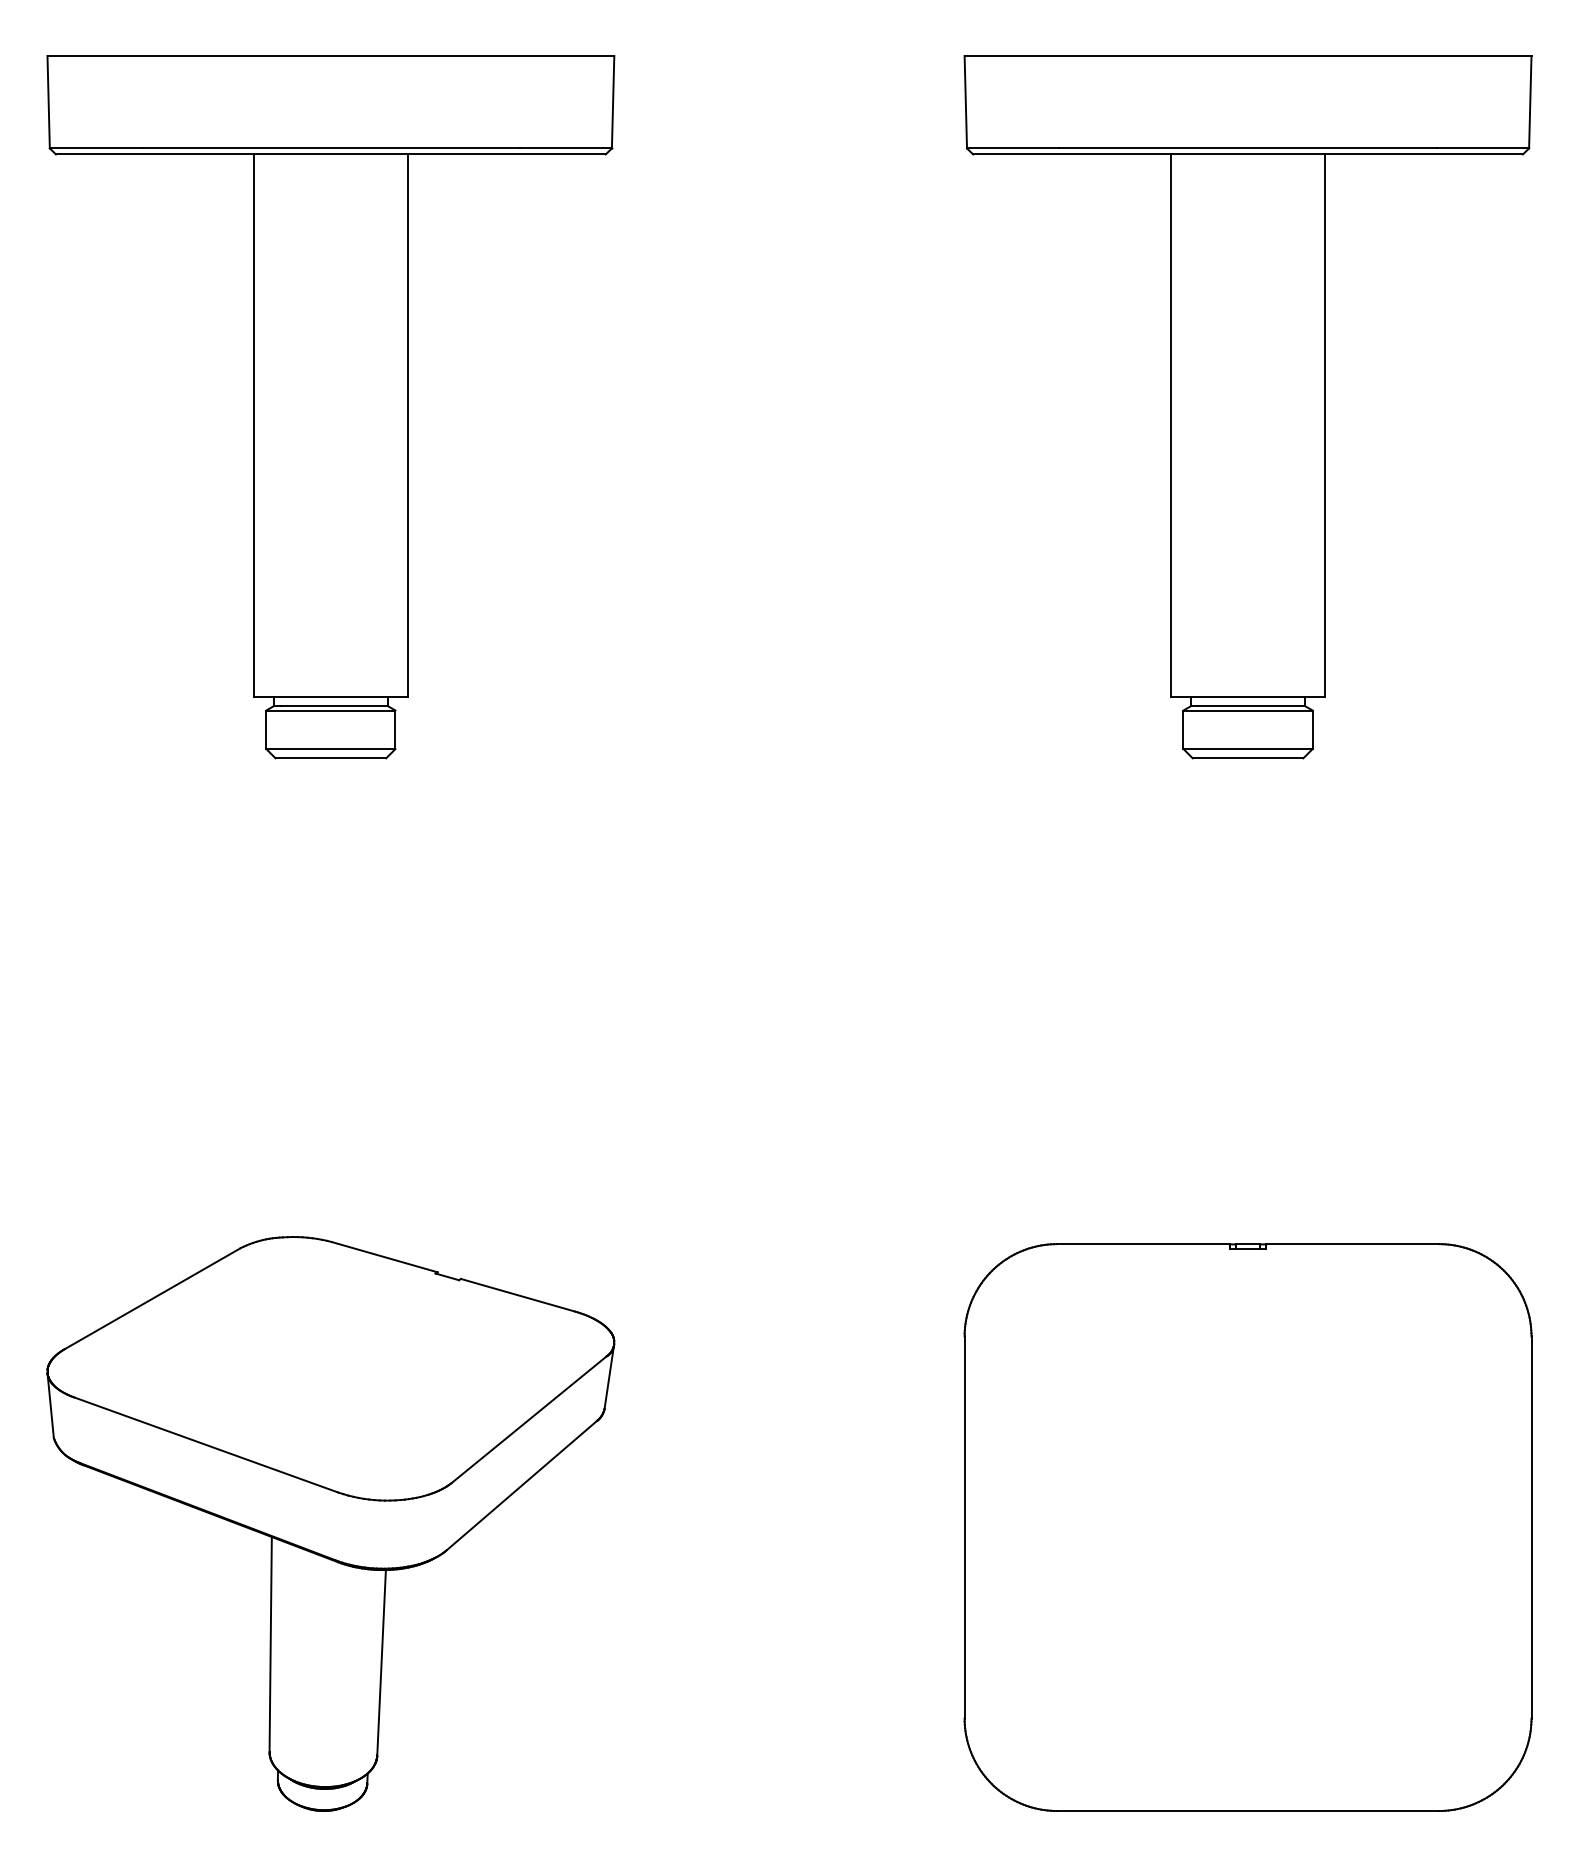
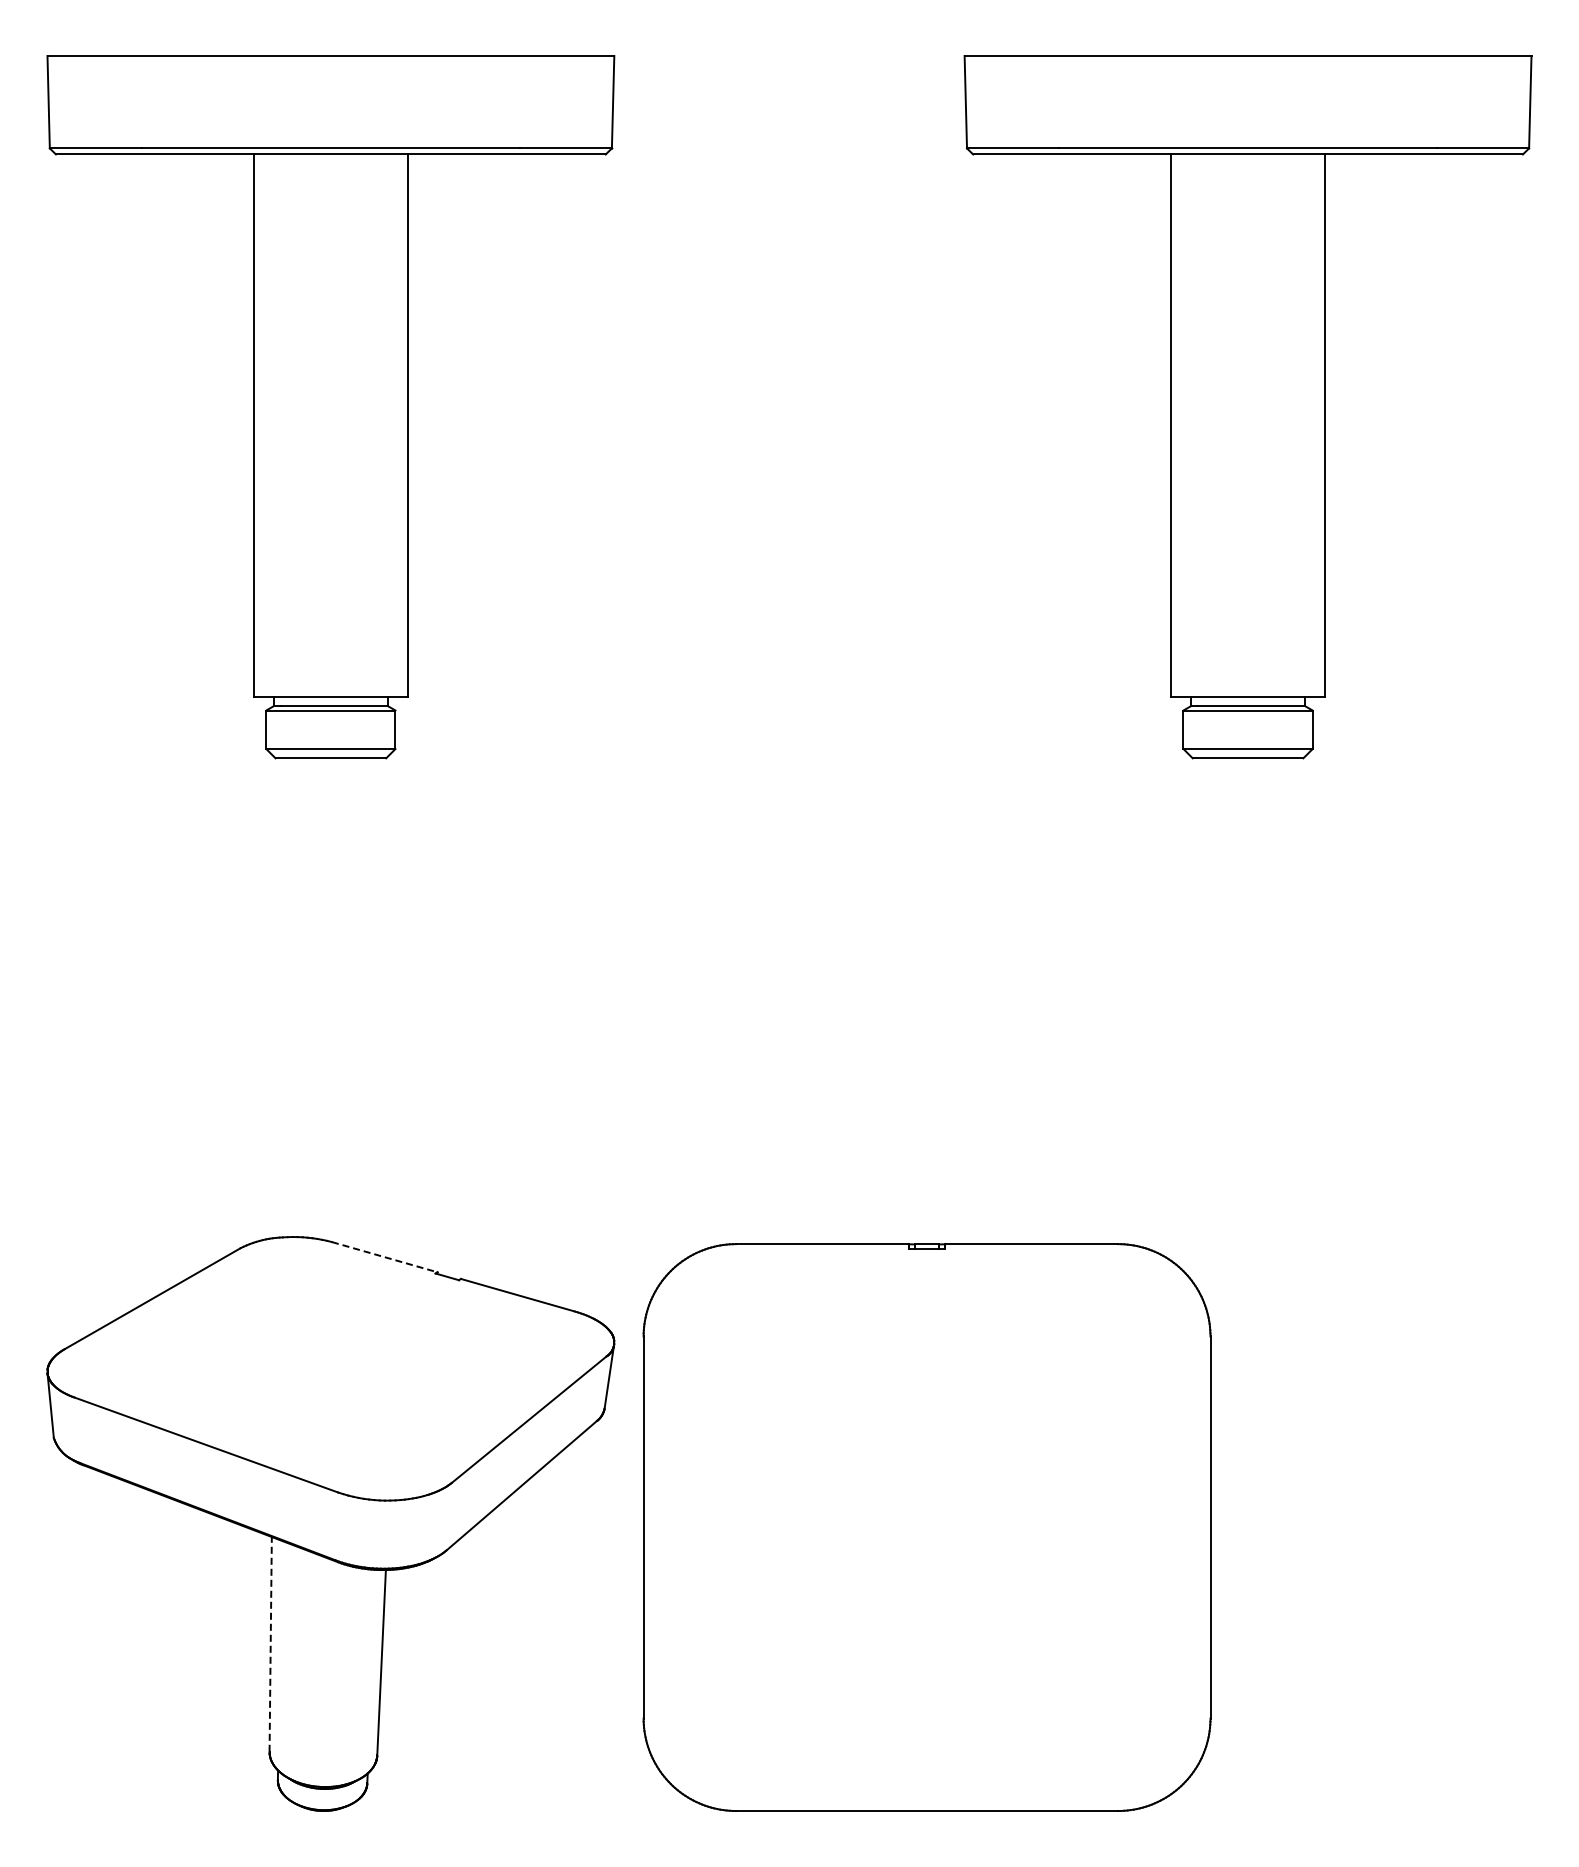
line at (384, 1257): solid -> dashed
part at (1247, 1527) position: (1247, 1527) -> (926, 1527)
line at (270, 1643): solid -> dashed
